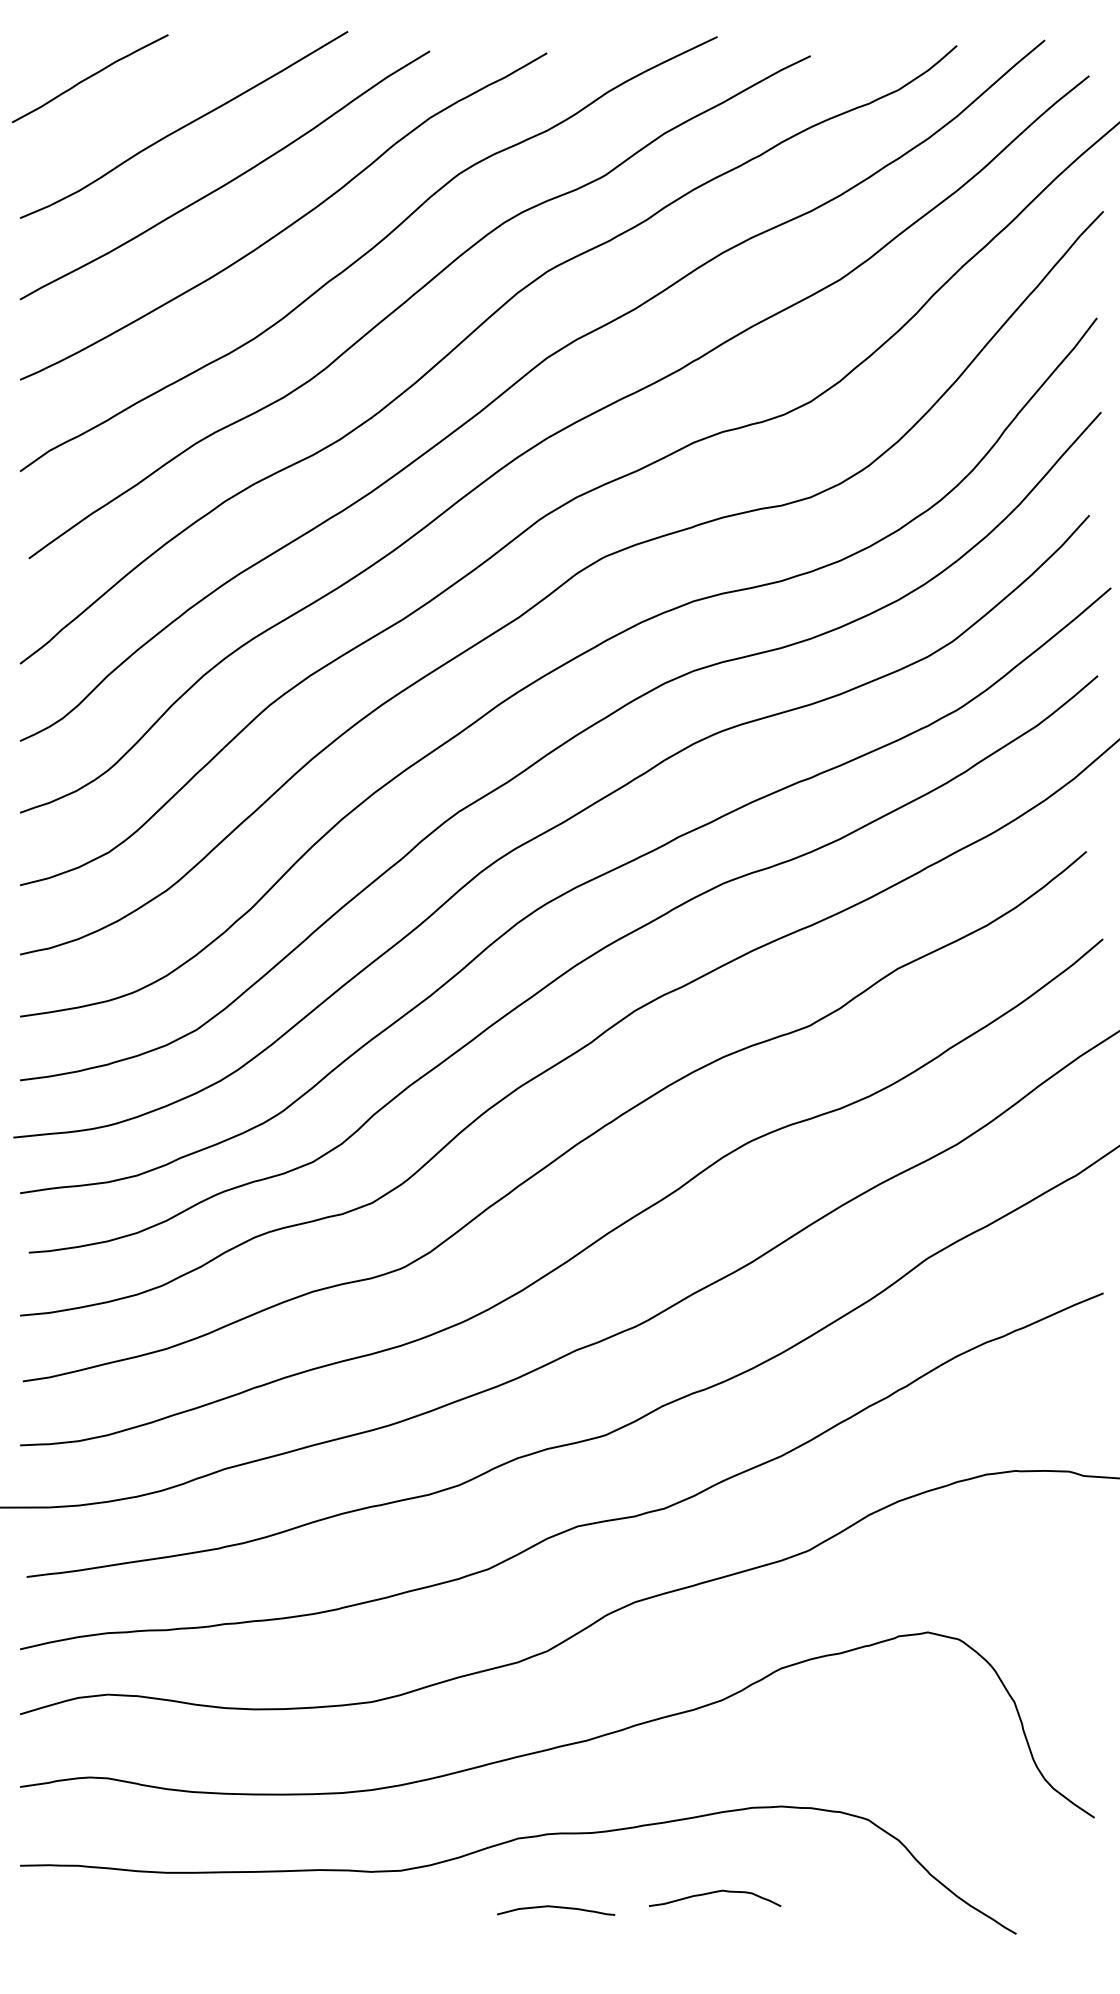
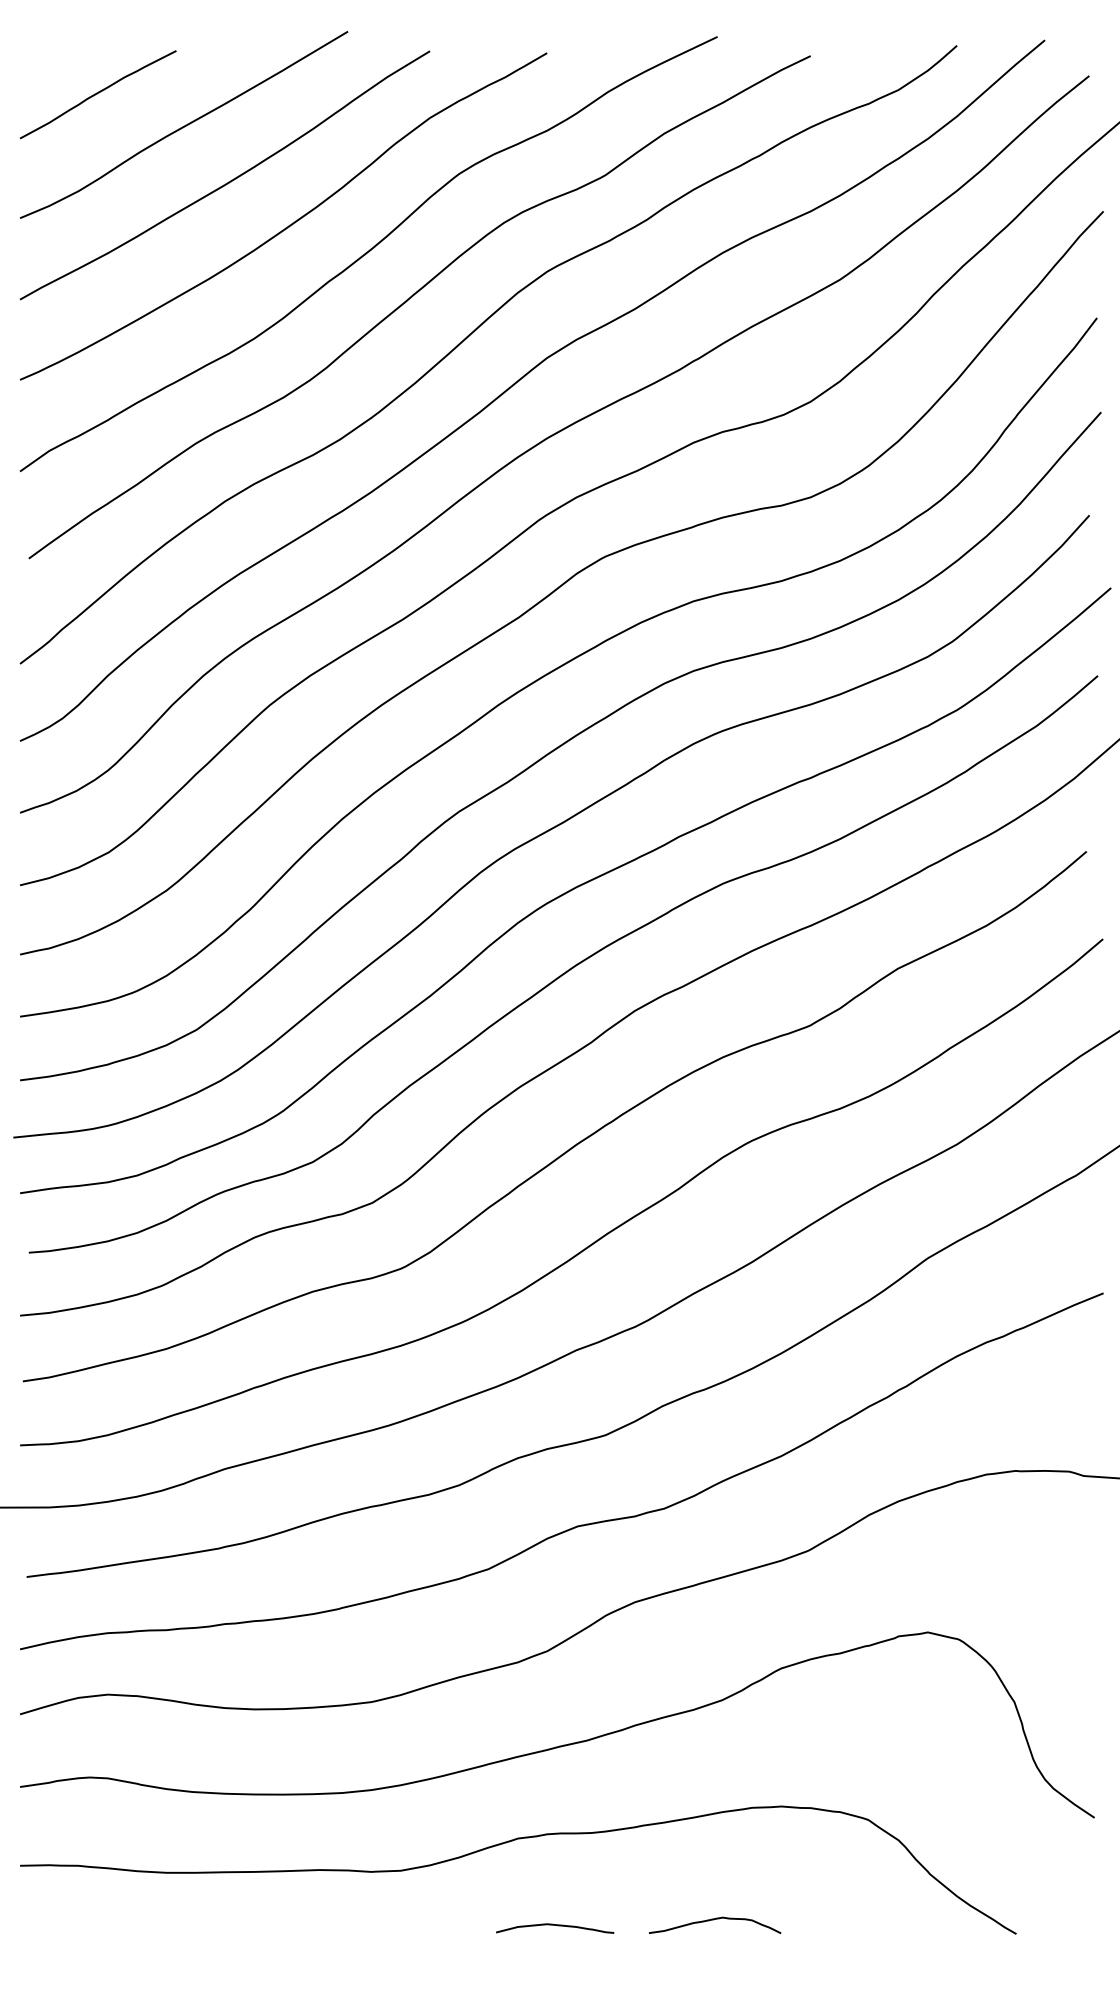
curve at (90, 77) position: (90, 77) -> (98, 93)
curve at (713, 1893) position: (713, 1893) -> (713, 1920)
curve at (558, 1908) position: (558, 1908) -> (557, 1926)
